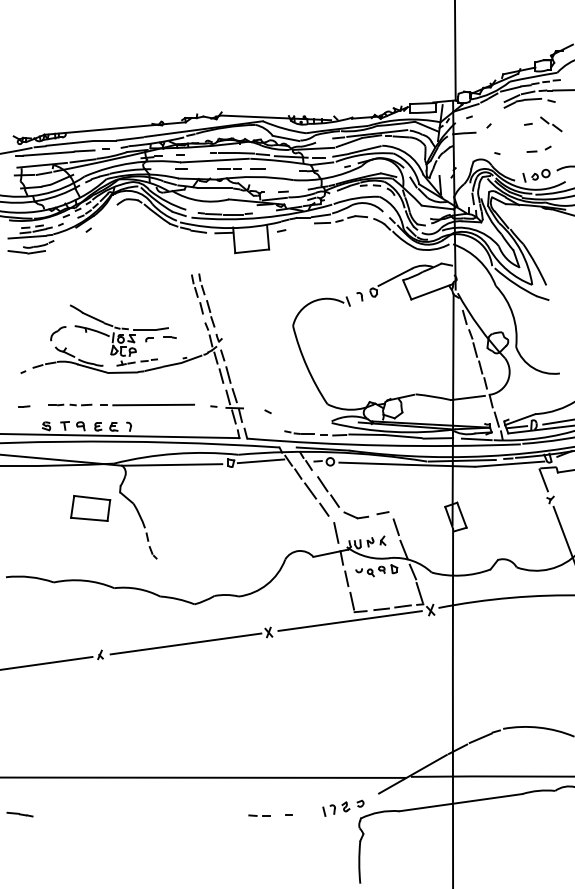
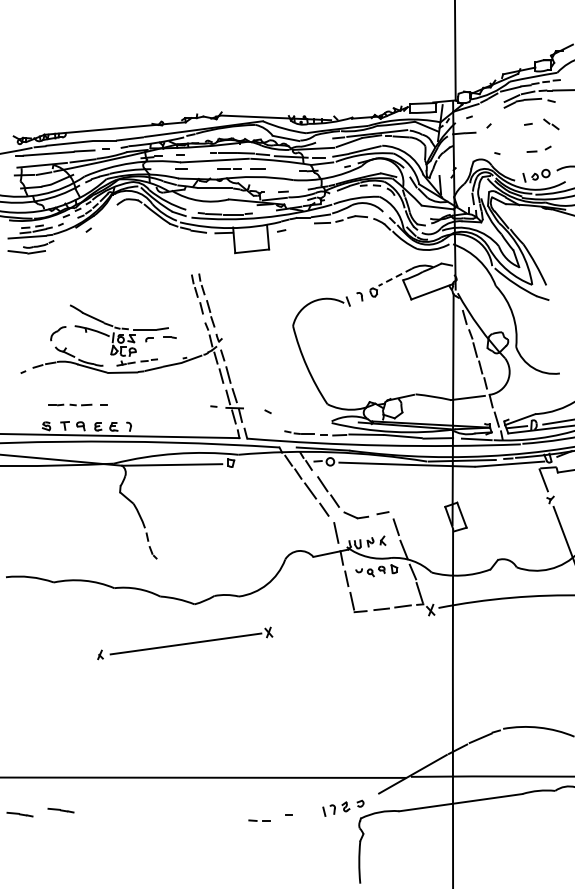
part at (551, 124) size: 23x17 px -> 17x13 px
line at (395, 277): solid -> dashed
line at (153, 404): present -> none
part at (24, 406): present -> none
line at (260, 461): present -> none
part at (90, 508): present -> none
line at (349, 620): present -> none
line at (47, 663): present -> none
line at (60, 810): none -> present
line at (257, 815) position: (257, 815) -> (257, 820)
